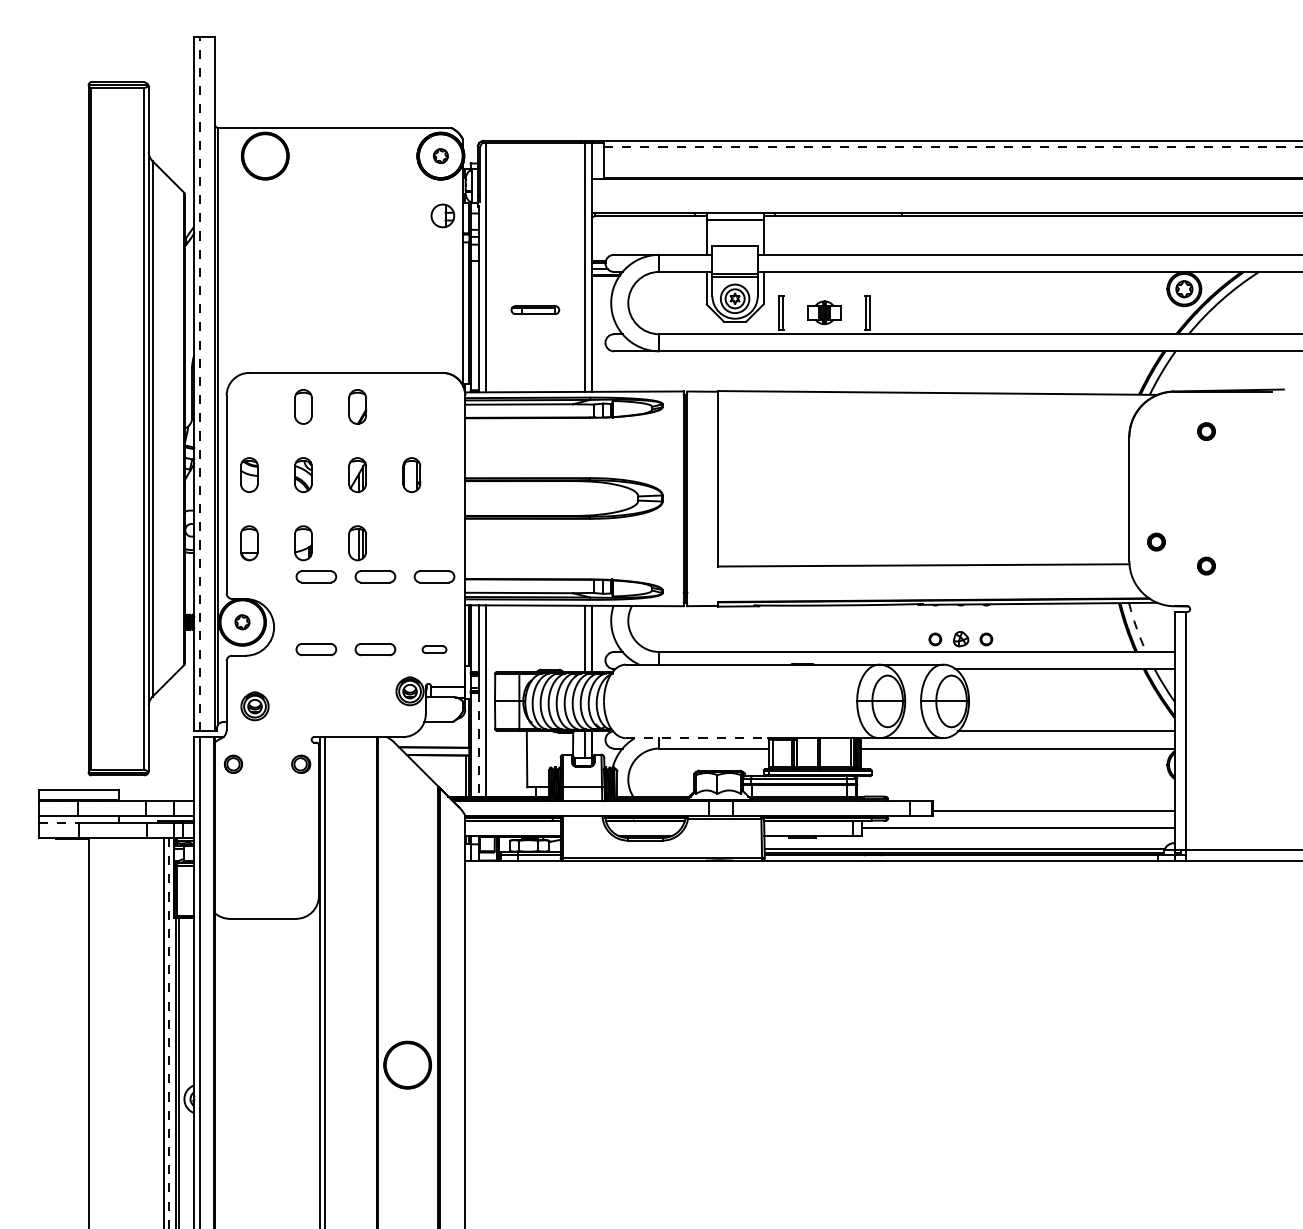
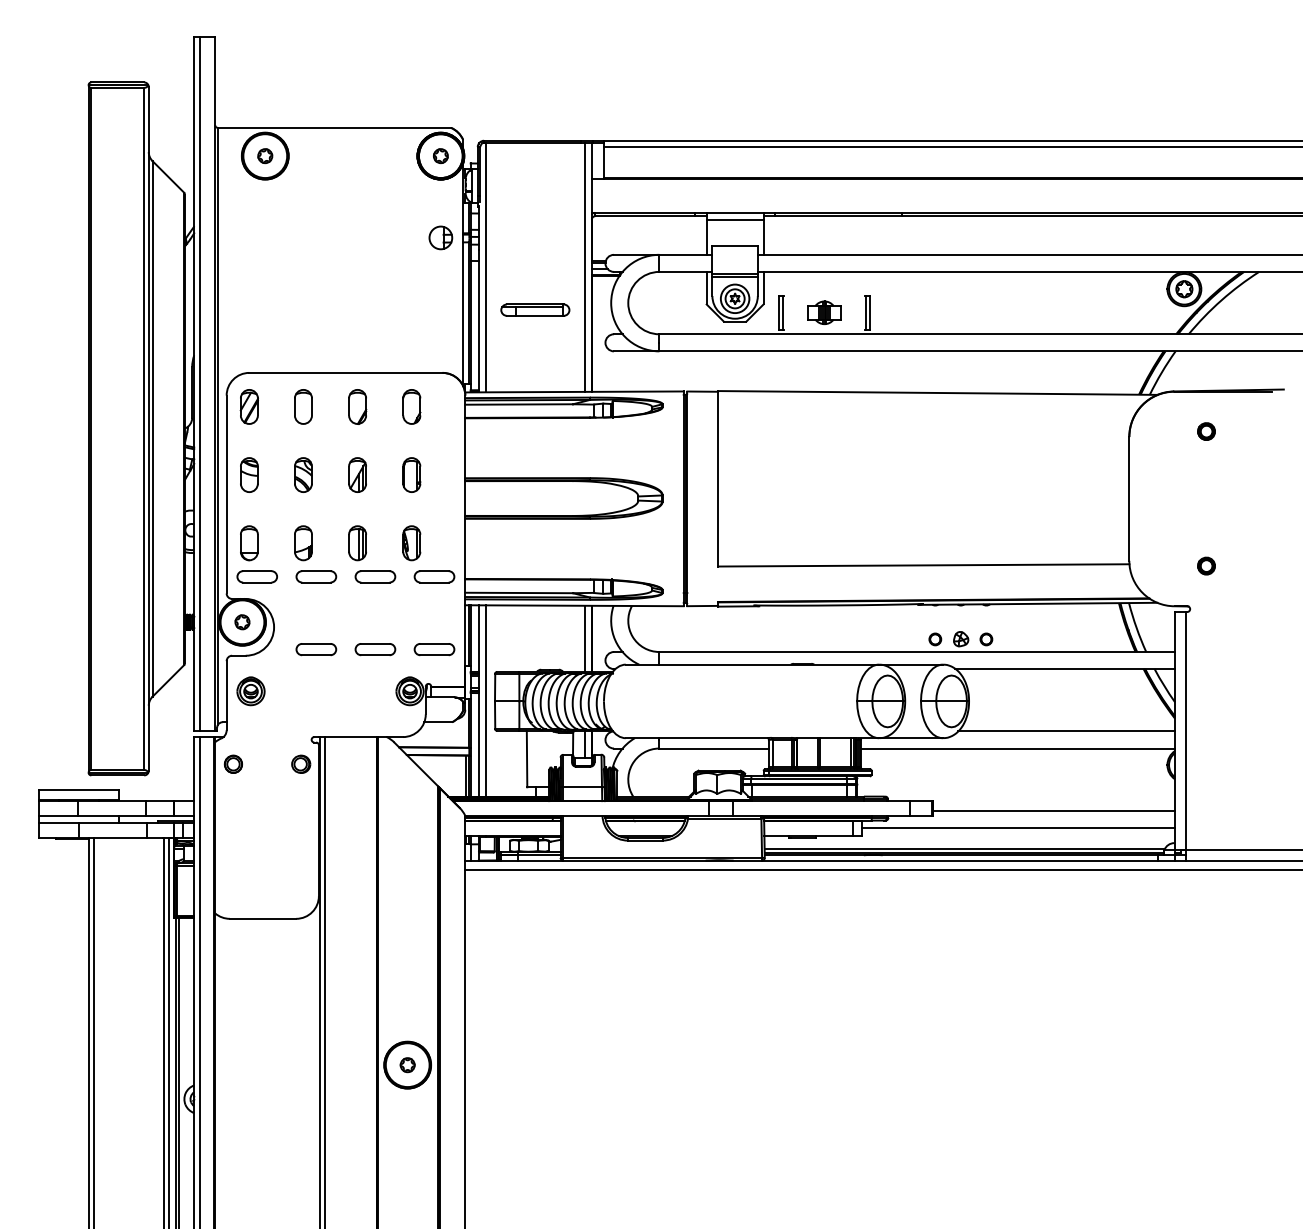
line at (953, 147): dashed -> solid
part at (265, 156): none -> present
part at (442, 215) position: (442, 215) -> (440, 237)
part at (535, 309) size: 51x10 px -> 71x14 px
line at (199, 383): dashed -> solid
part at (248, 406): none -> present
part at (411, 406): none -> present
part at (1156, 541): present -> none
part at (411, 543): none -> present
part at (256, 576): none -> present
arc at (1136, 627): dashed -> solid
part at (434, 649) size: 27x9 px -> 43x14 px
part at (254, 706) position: (254, 706) -> (250, 691)
line at (696, 738): dashed -> solid
line at (478, 744): dashed -> solid
line at (58, 823): dashed -> solid
line at (882, 869): none -> present
line at (94, 1031): none -> present
line at (168, 1033): dashed -> solid
part at (407, 1065): none -> present
